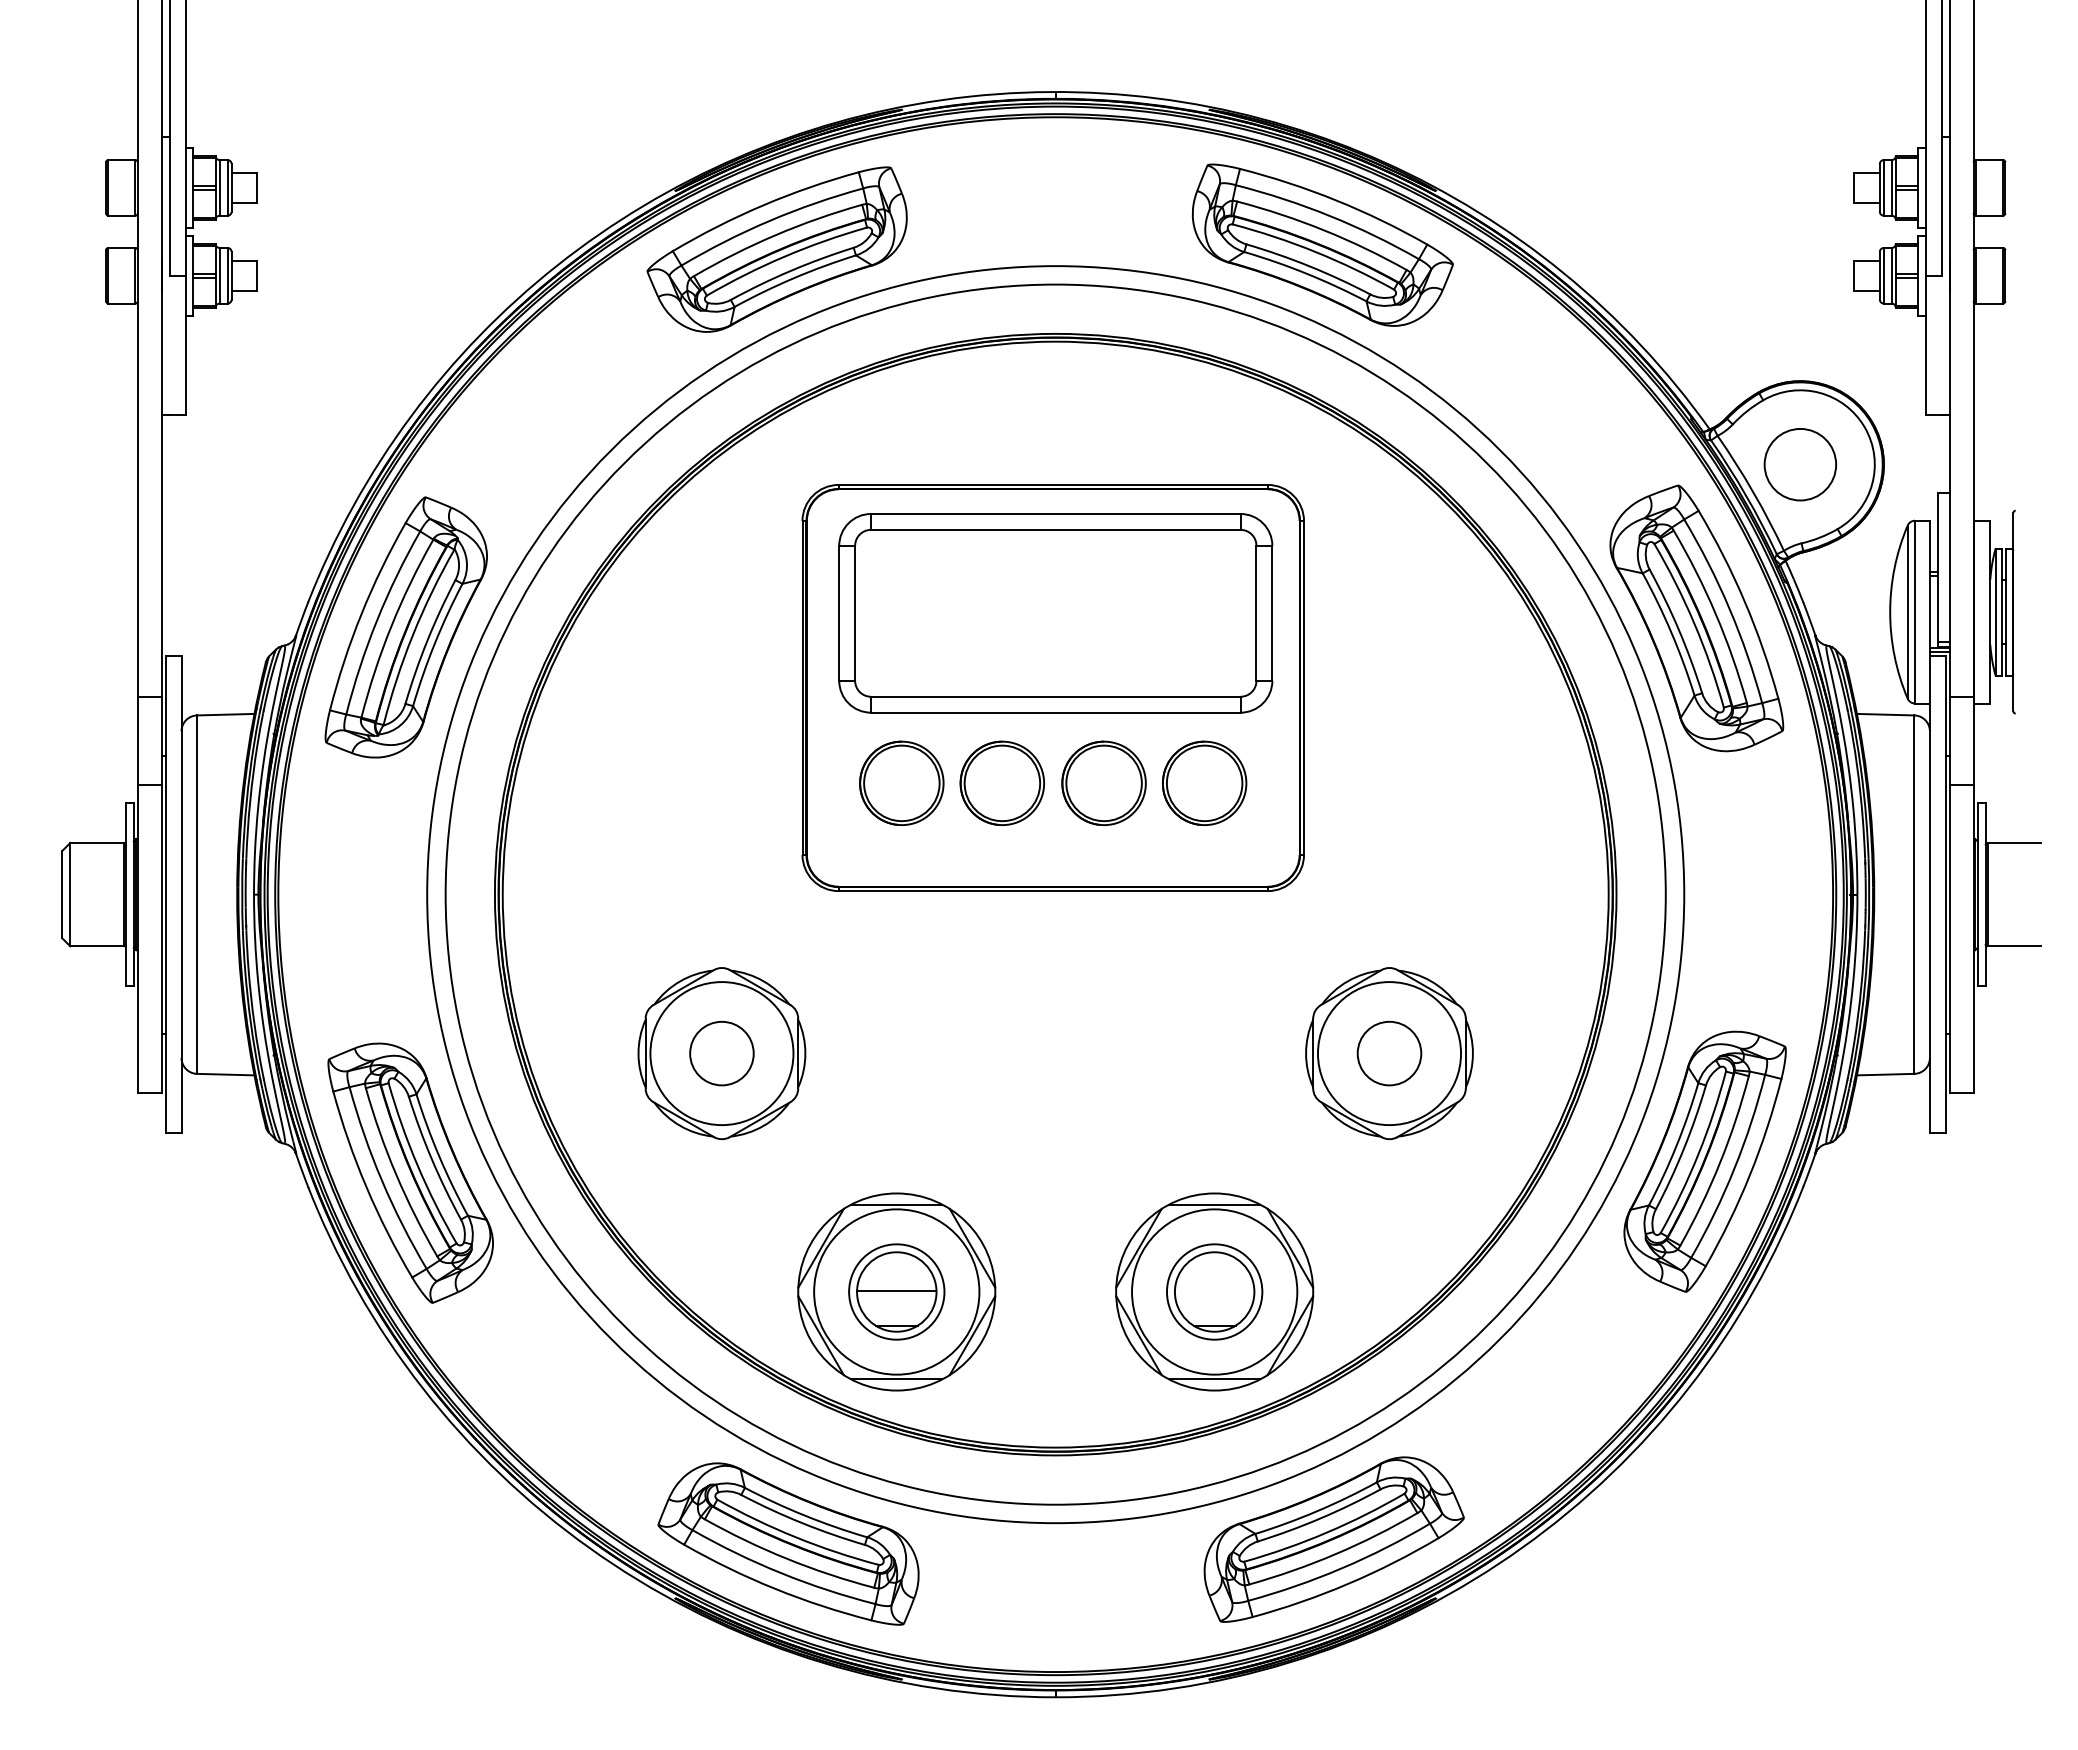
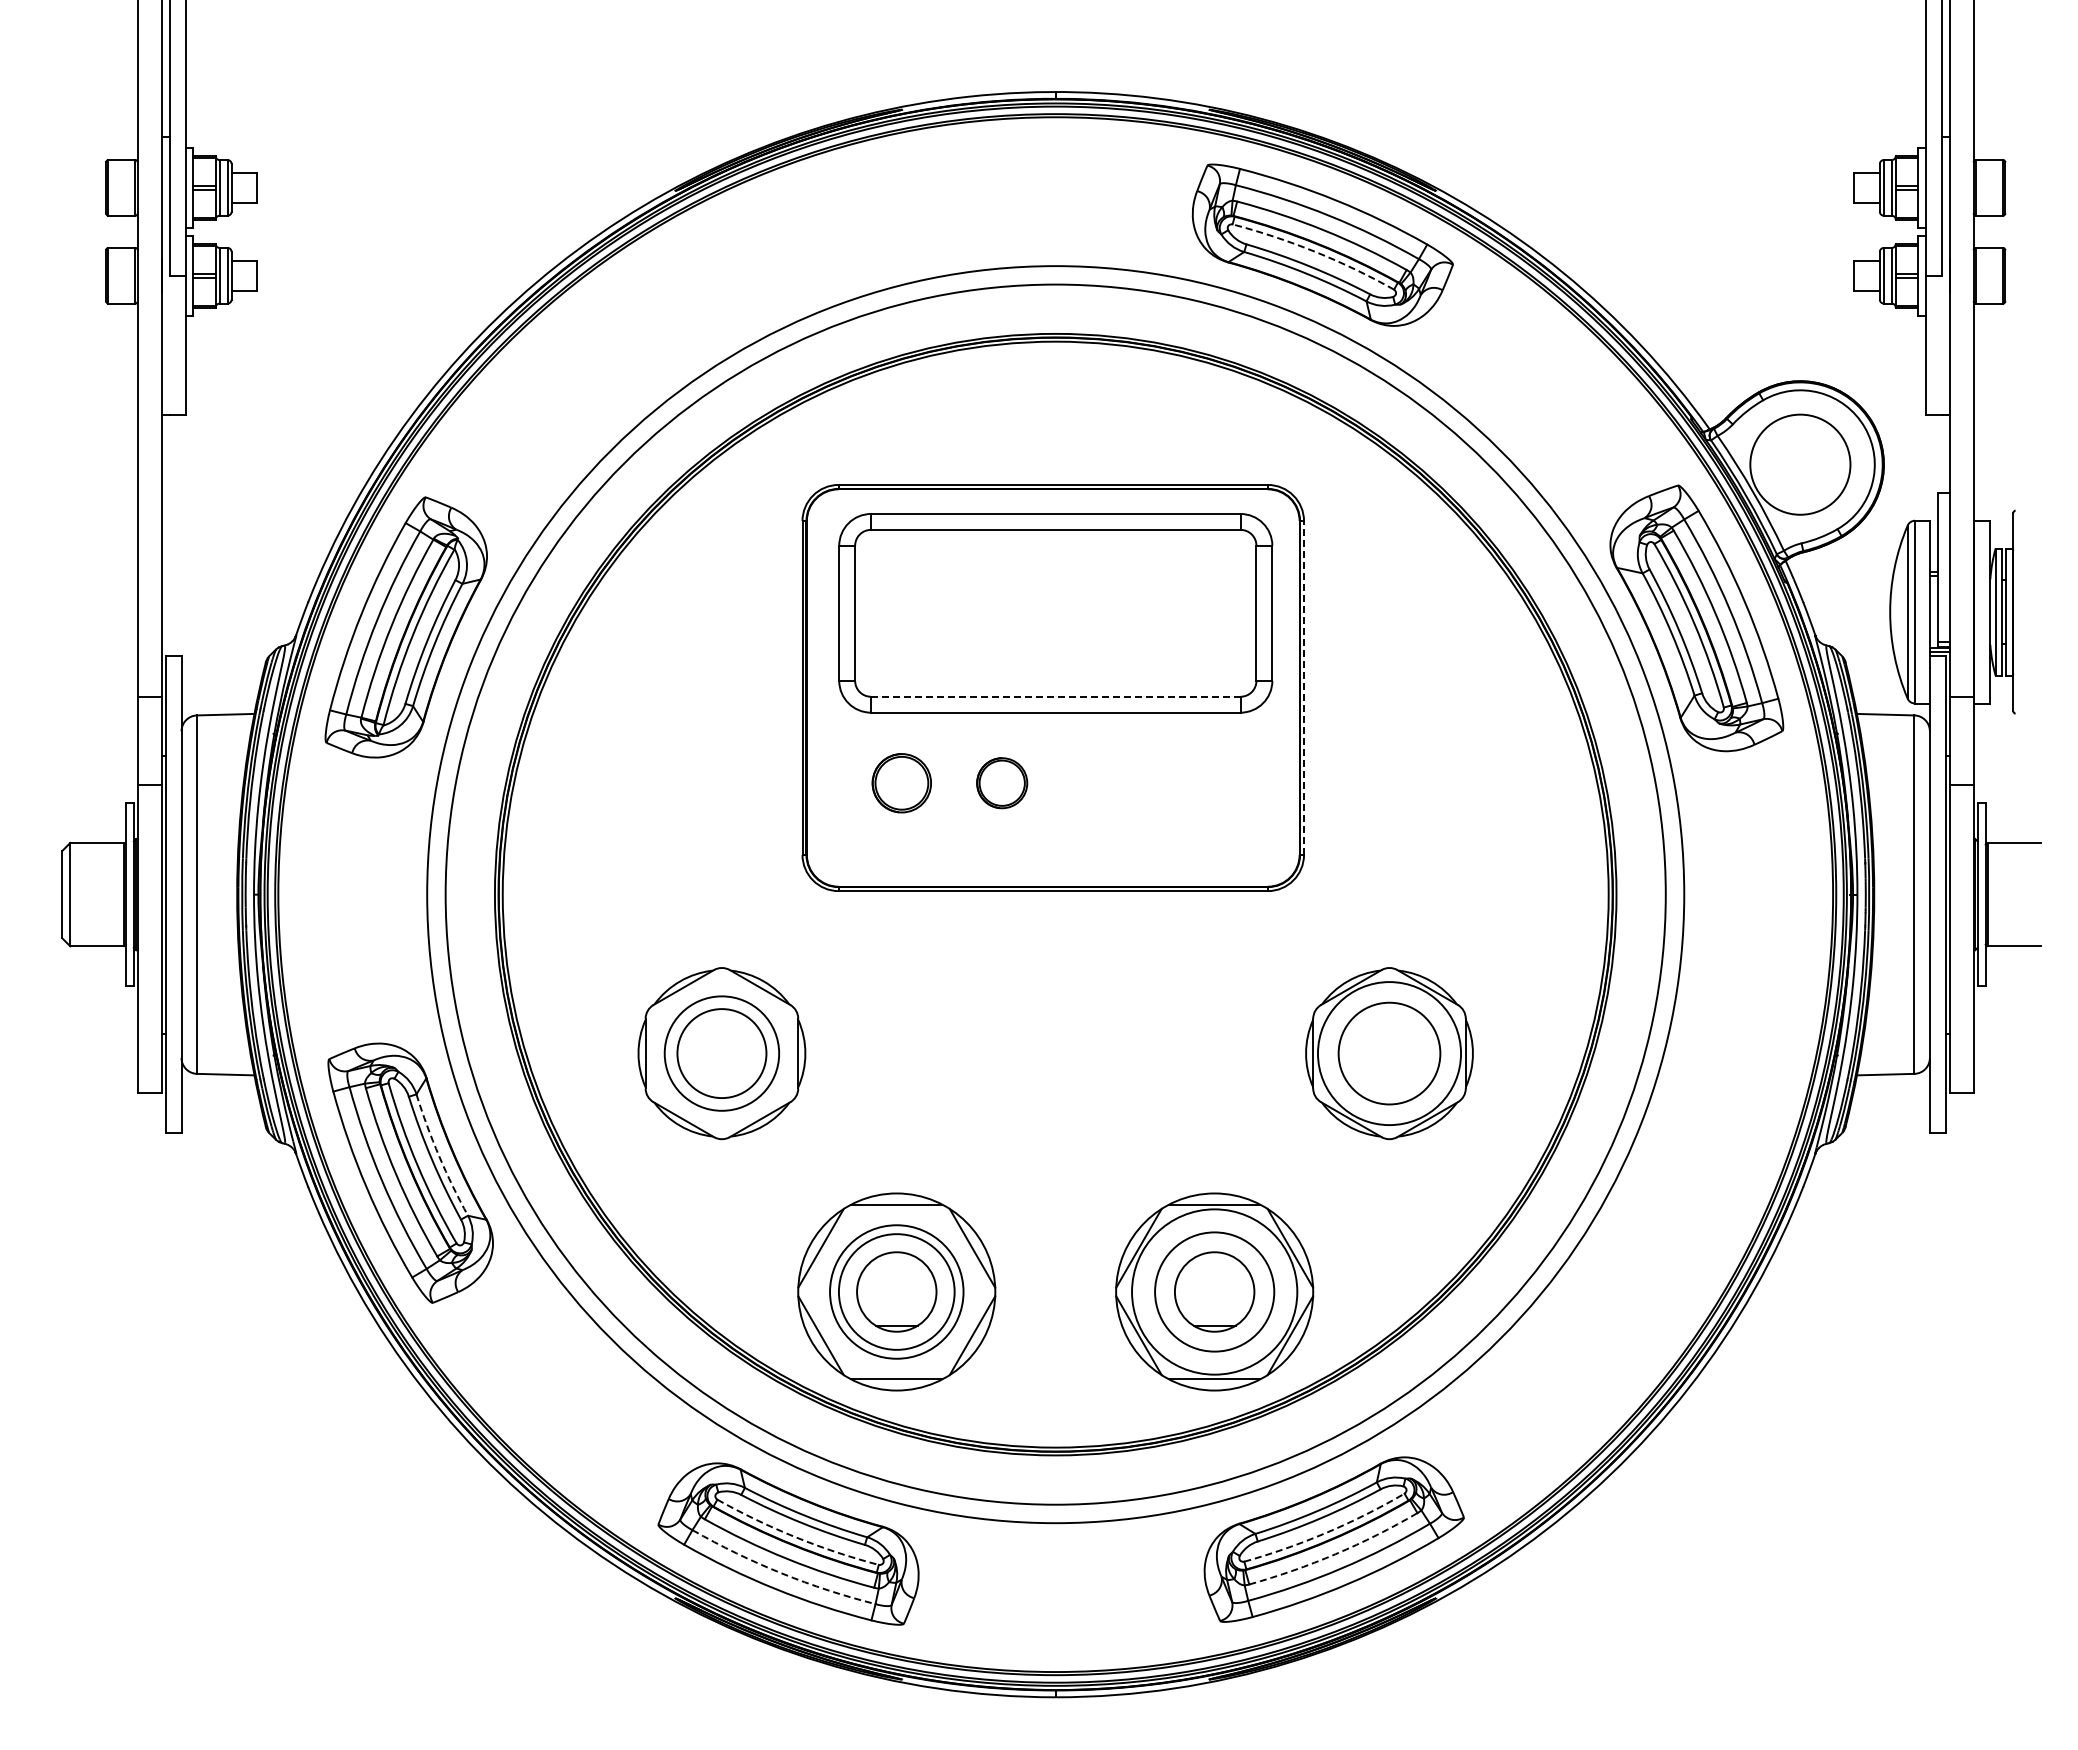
part at (776, 249): present -> none
arc at (1315, 251): solid -> dashed
circle at (1800, 464) diameter: 72 px -> 100 px
line at (1304, 688): solid -> dashed
line at (1055, 696): solid -> dashed
part at (901, 782) size: 86x86 px -> 61x61 px
part at (1001, 782) size: 86x86 px -> 53x53 px
part at (1103, 782): present -> none
part at (1204, 782): present -> none
circle at (721, 1053) diameter: 143 px -> 114 px
circle at (721, 1053) diameter: 64 px -> 89 px
circle at (1389, 1053) diameter: 64 px -> 102 px
arc at (439, 1156): solid -> dashed
part at (1704, 1161): present -> none
line at (896, 1290): present -> none
circle at (896, 1291) diameter: 165 px -> 116 px
circle at (896, 1291) diameter: 95 px -> 134 px
circle at (1214, 1291) diameter: 95 px -> 119 px
arc at (1326, 1532): solid -> dashed
arc at (796, 1537): solid -> dashed
arc at (1335, 1554): solid -> dashed
arc at (781, 1573): solid -> dashed
